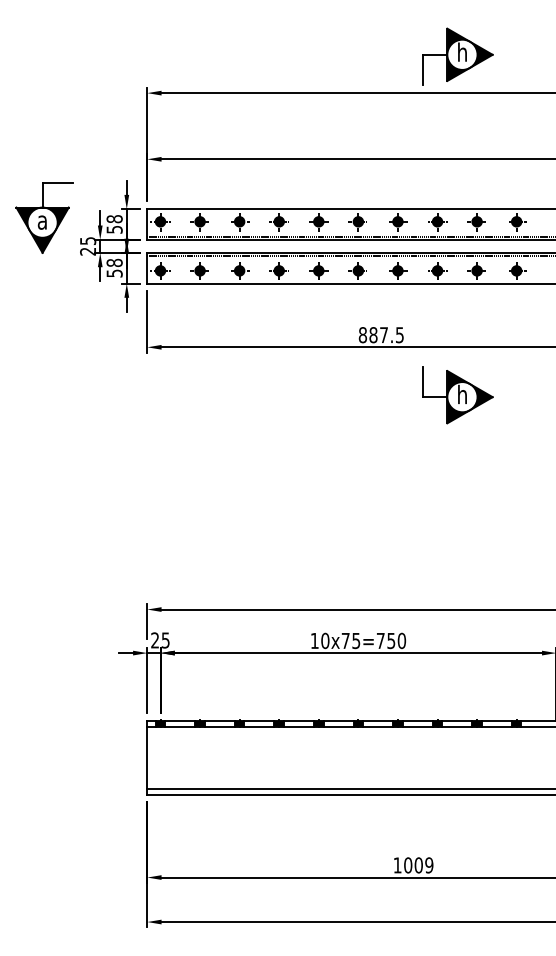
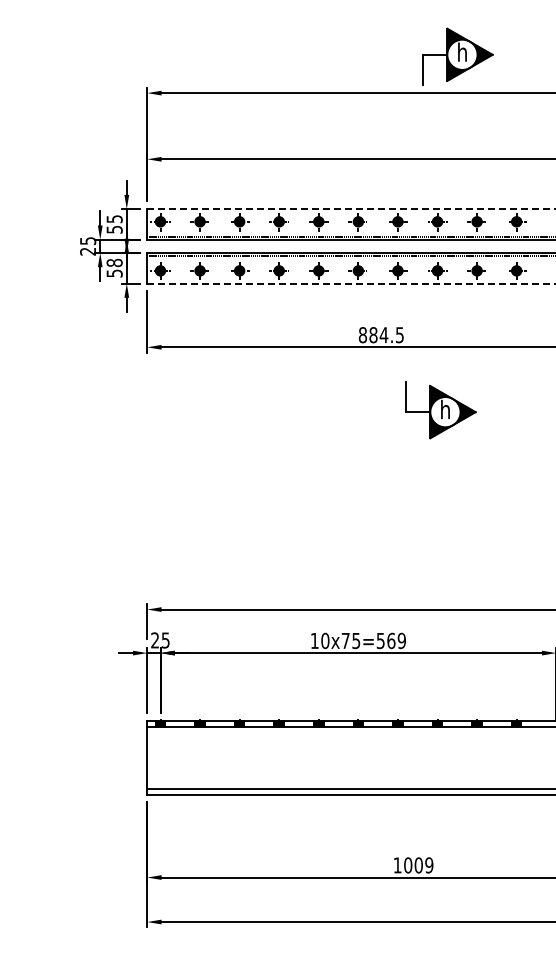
line at (351, 209): solid -> dashed
part at (44, 217): present -> none
text at (114, 219): 58 -> 55
line at (351, 283): solid -> dashed
text at (383, 334): 887.5 -> 884.5
part at (457, 395) position: (457, 395) -> (440, 410)
text at (390, 640): 10x75=750 -> 10x75=569
